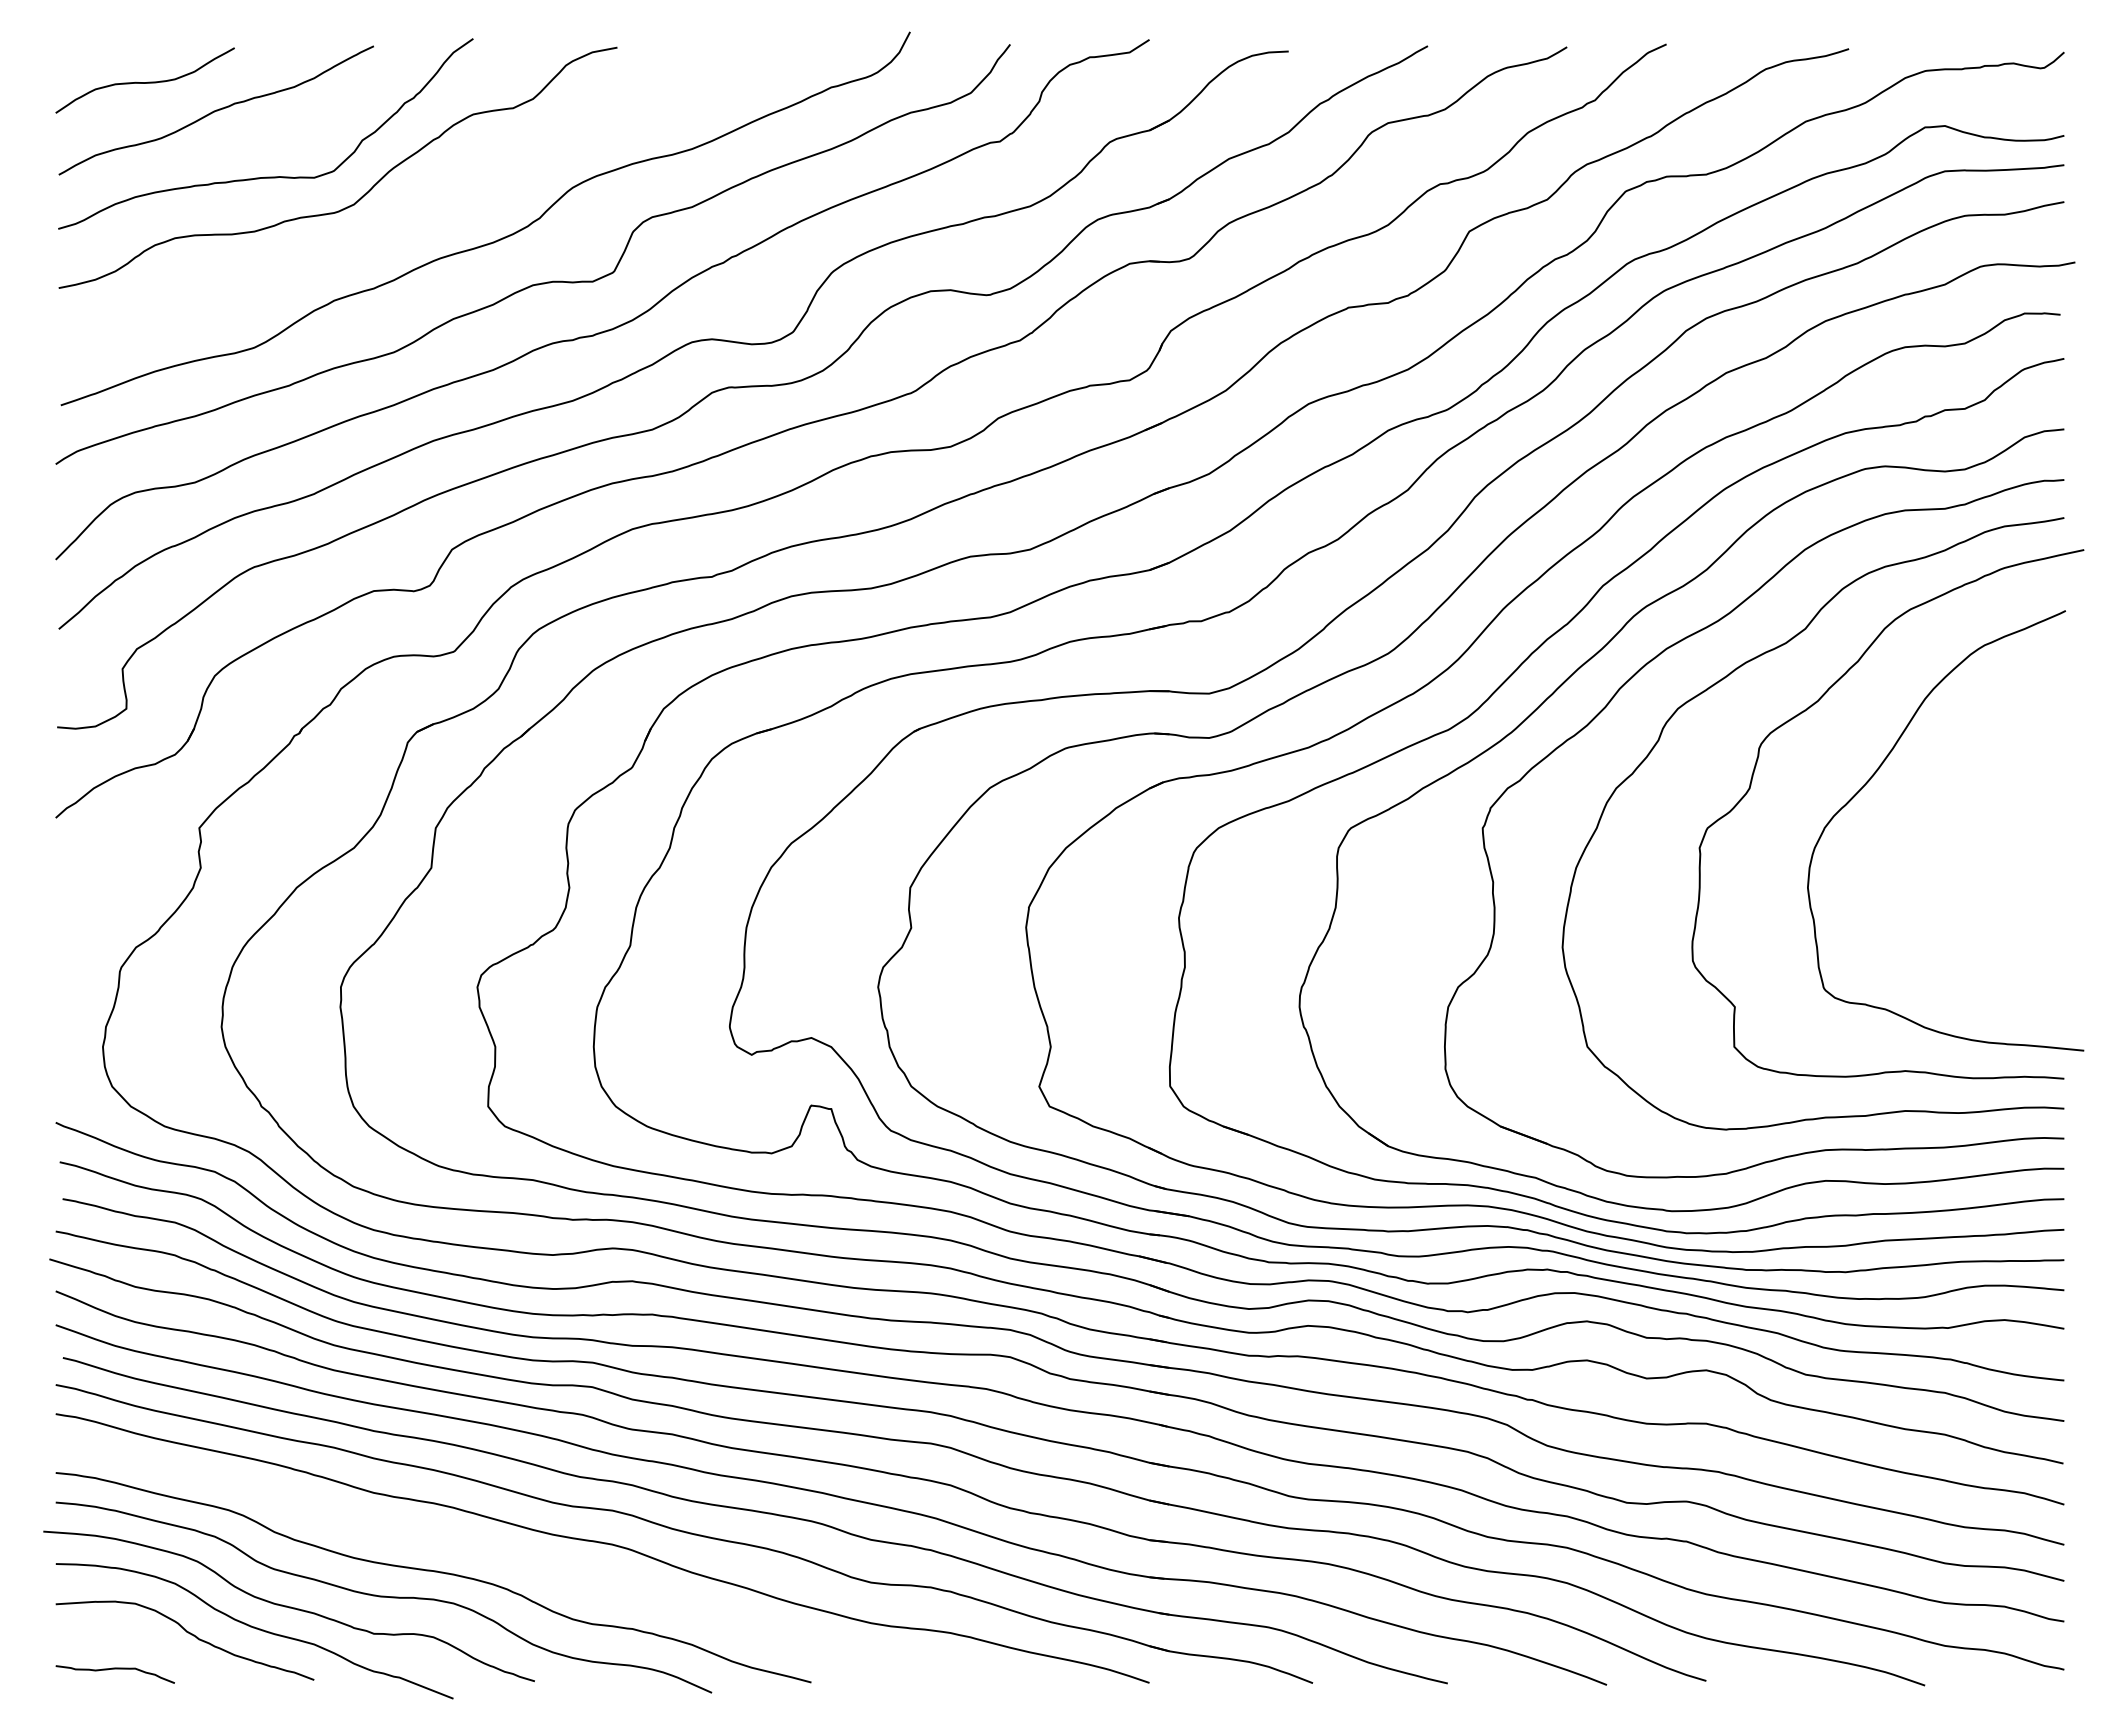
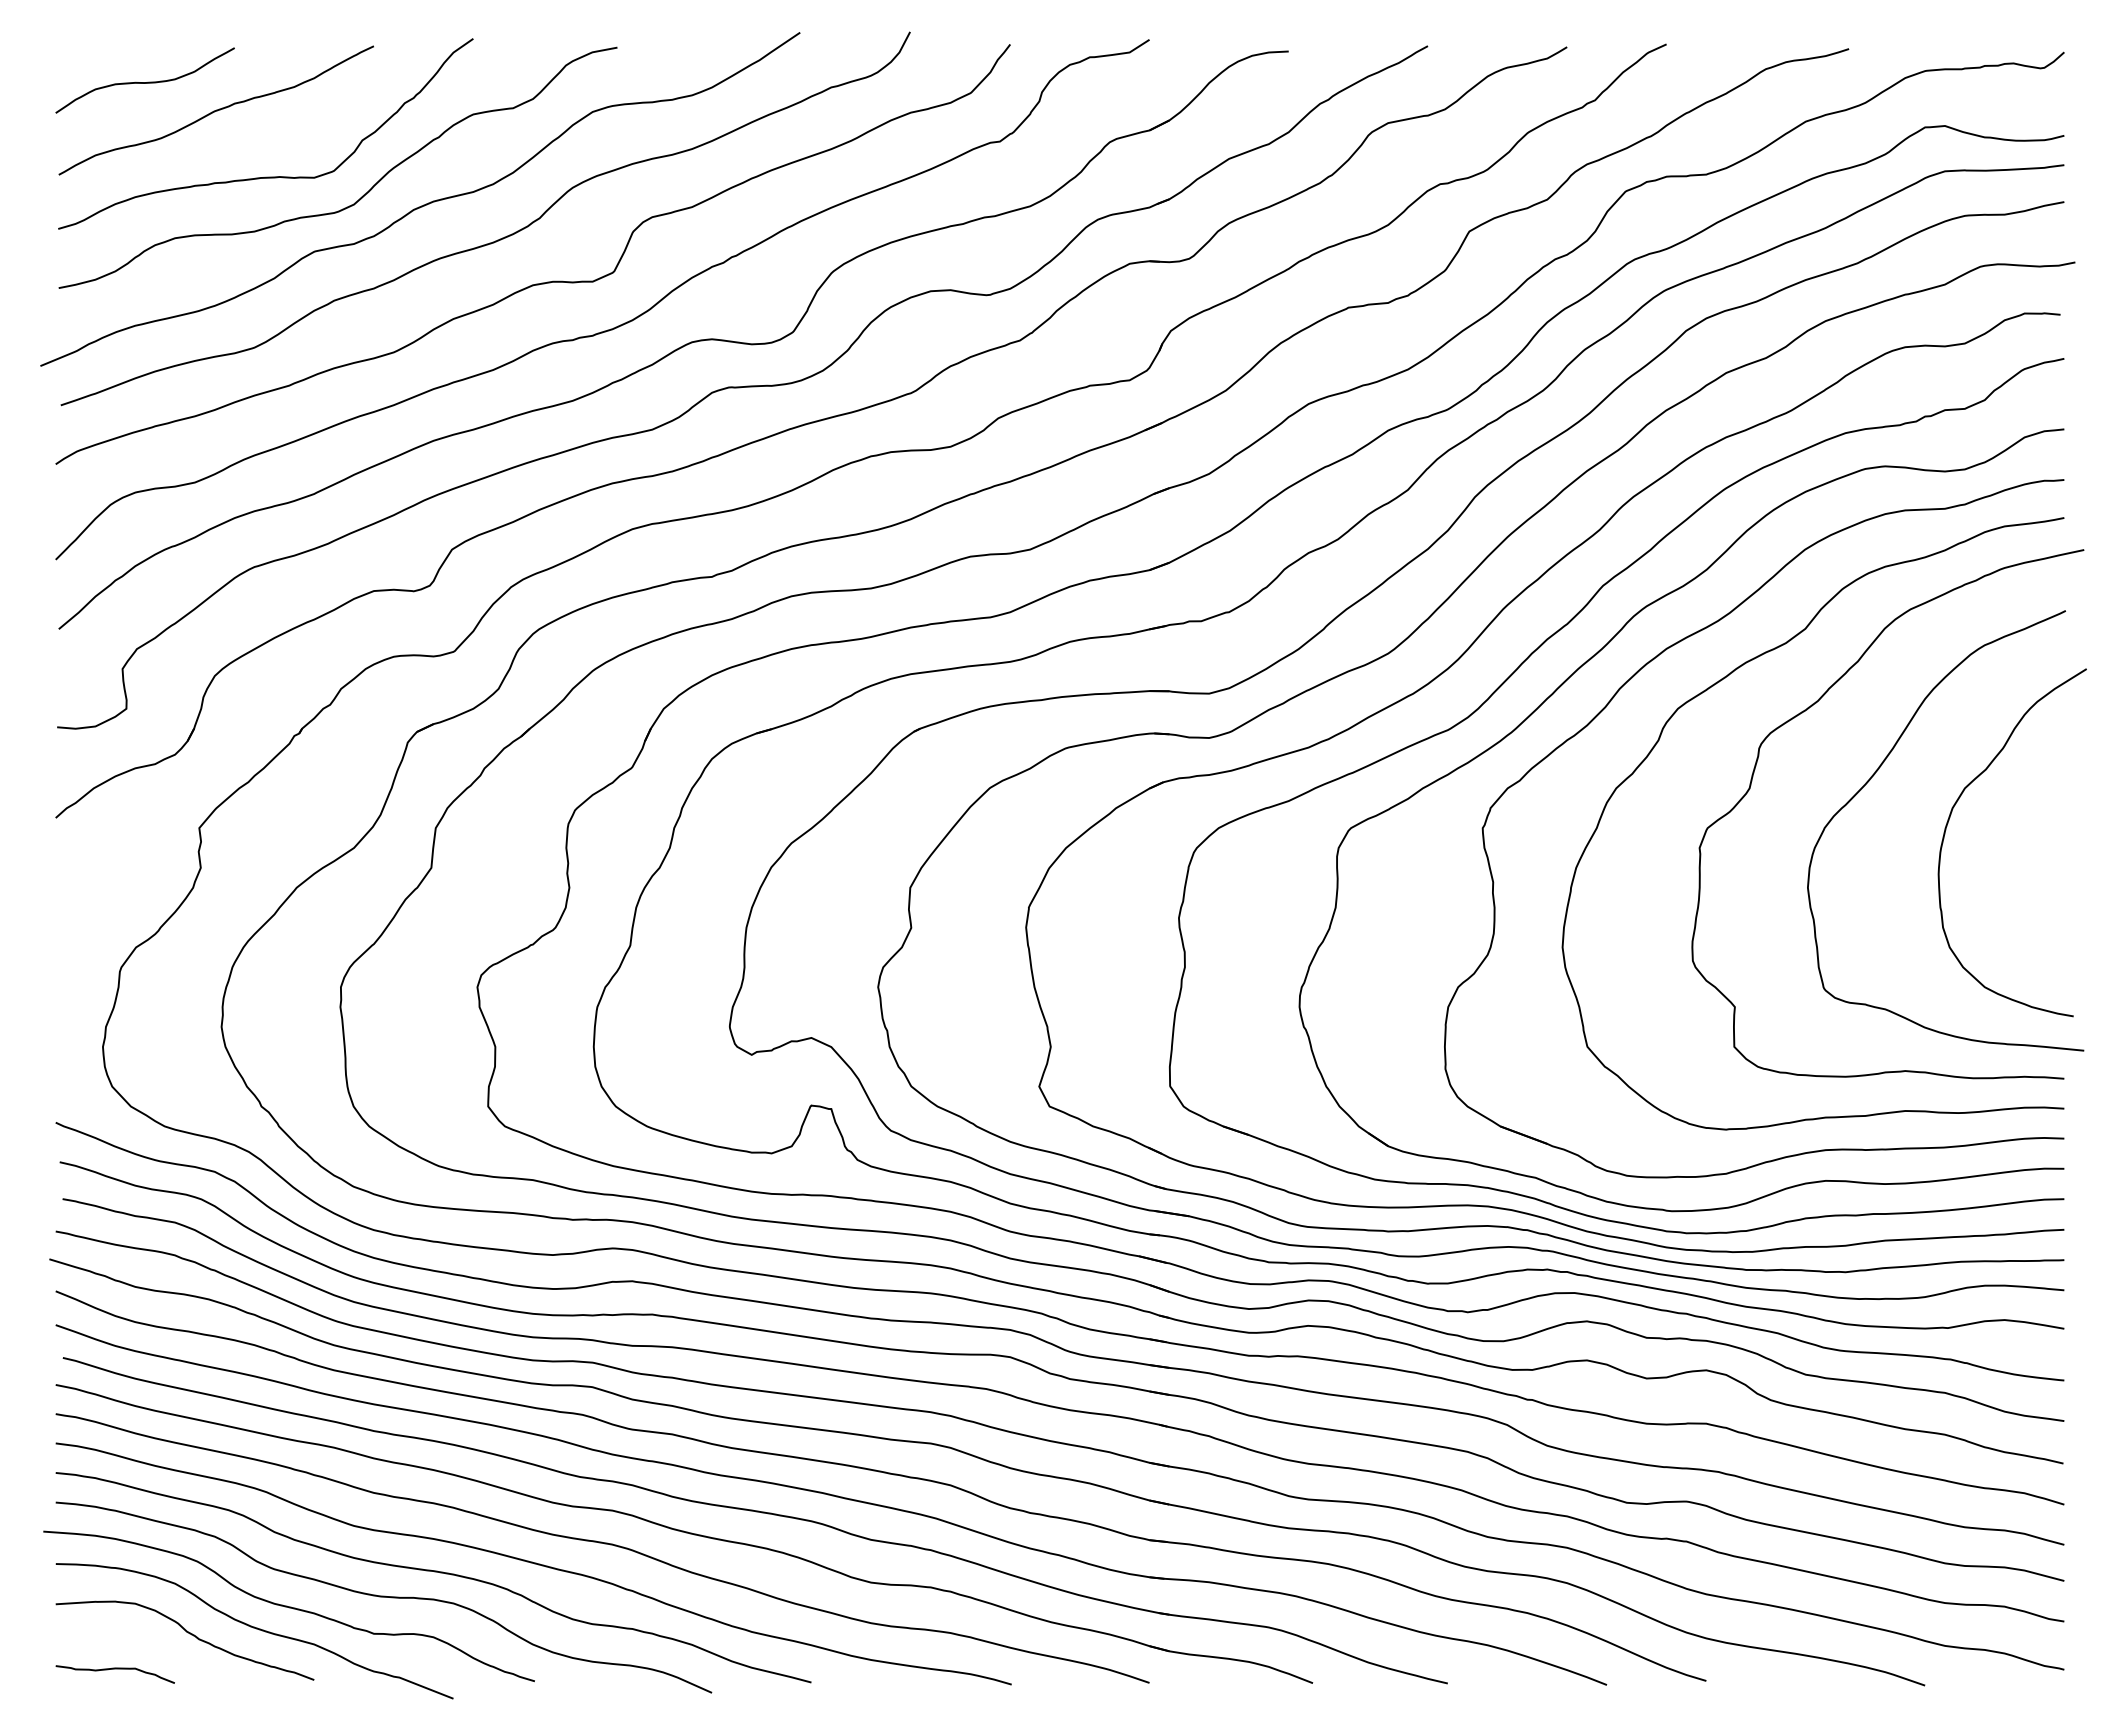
curve at (423, 204): none -> present
curve at (1949, 820): none -> present
curve at (533, 1563): none -> present
